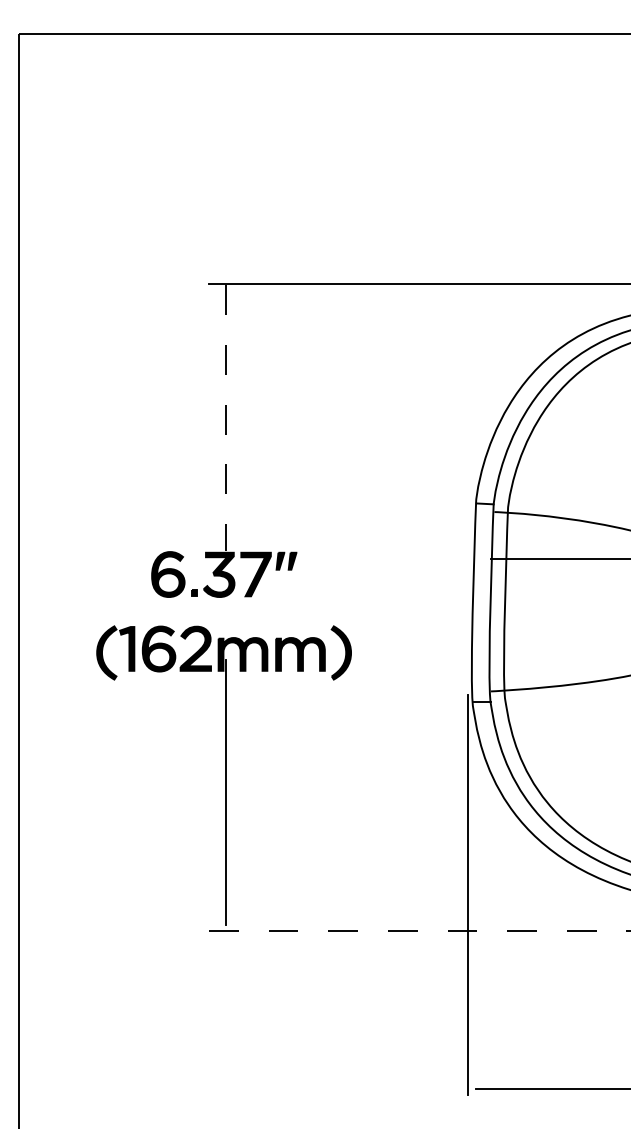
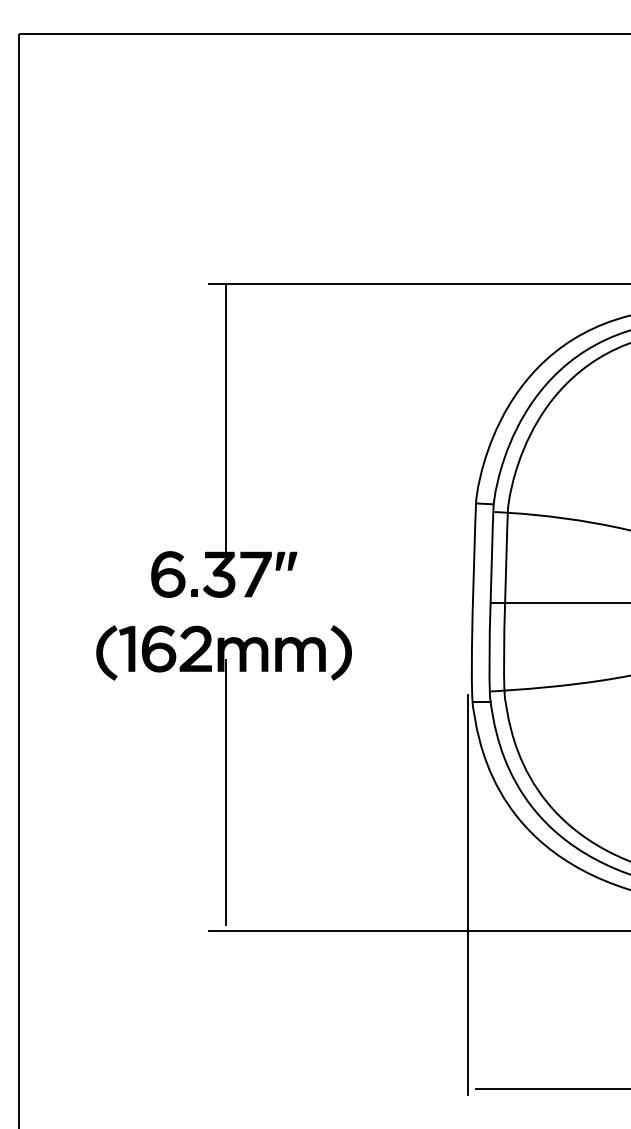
line at (225, 418): dashed -> solid
line at (559, 558) position: (559, 558) -> (559, 602)
line at (419, 930): dashed -> solid
